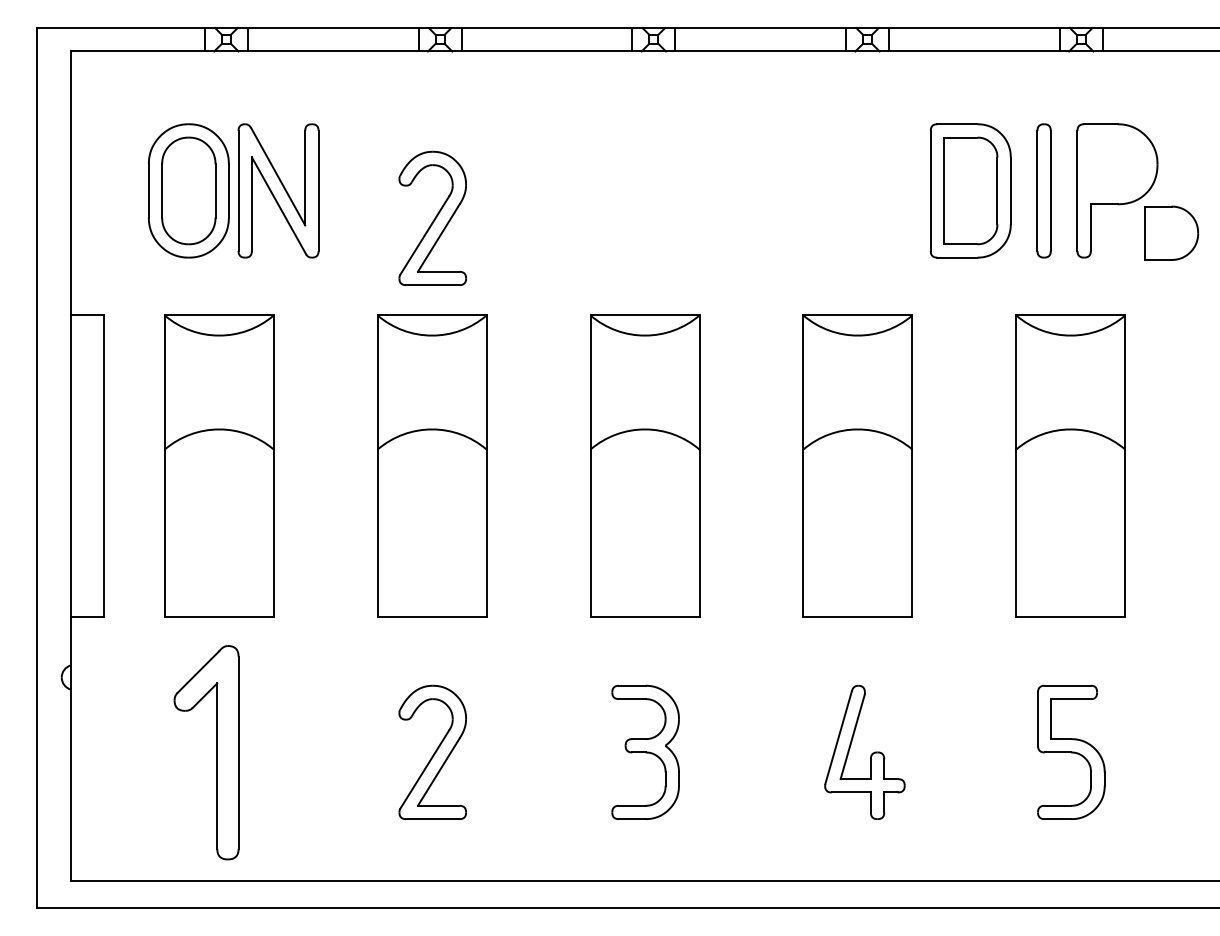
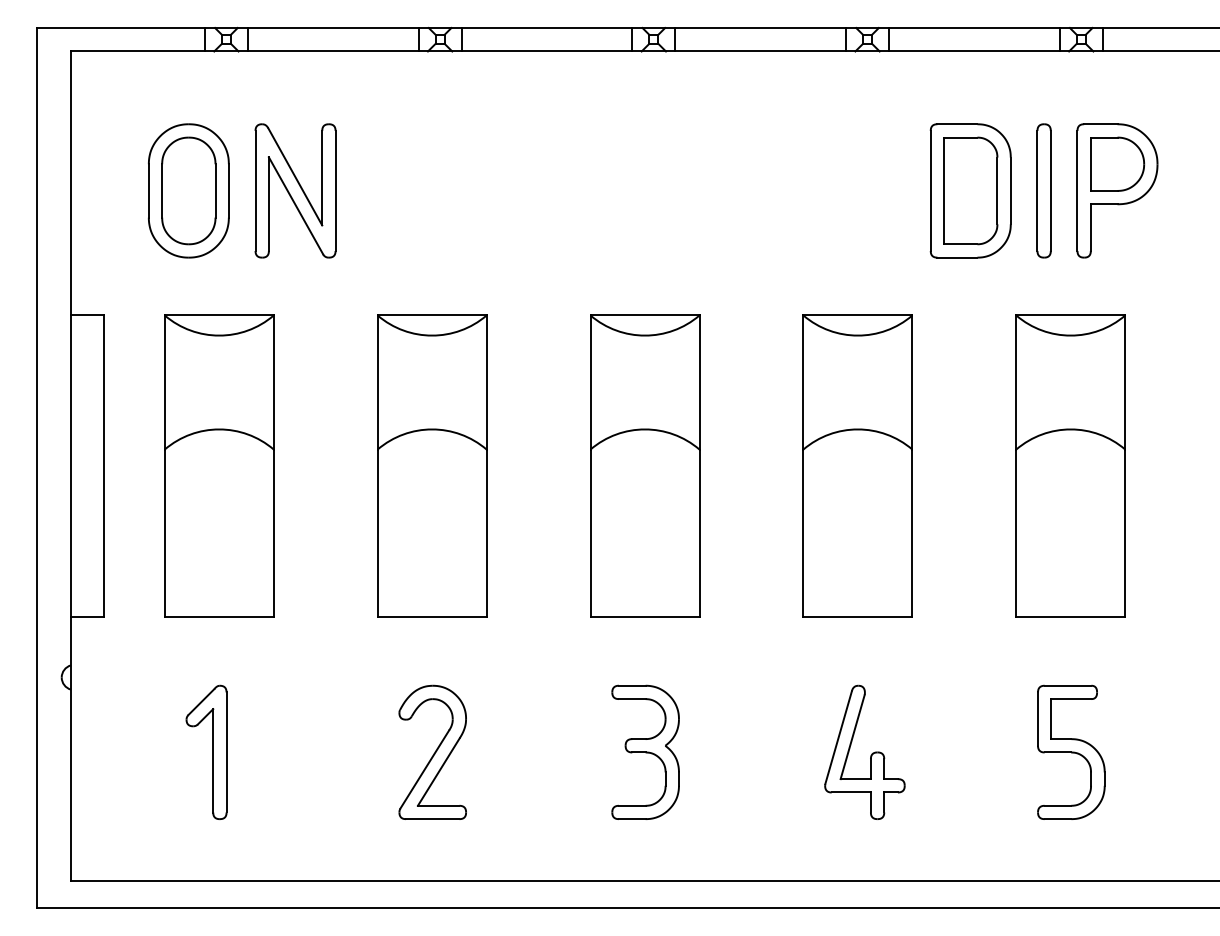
part at (278, 190) position: (278, 190) -> (295, 190)
part at (432, 217): present -> none
part at (1171, 232) position: (1171, 232) -> (1117, 163)
part at (206, 752) size: 67x216 px -> 43x136 px
